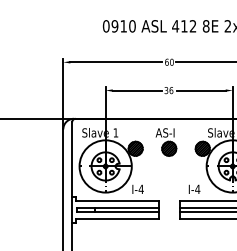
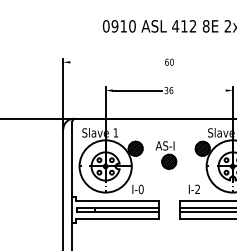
line at (116, 62): present -> none
line at (204, 62): present -> none
line at (200, 90): present -> none
part at (166, 142) position: (166, 142) -> (166, 155)
text at (197, 188): I-4 -> I-2
text at (140, 189): I-4 -> I-0
